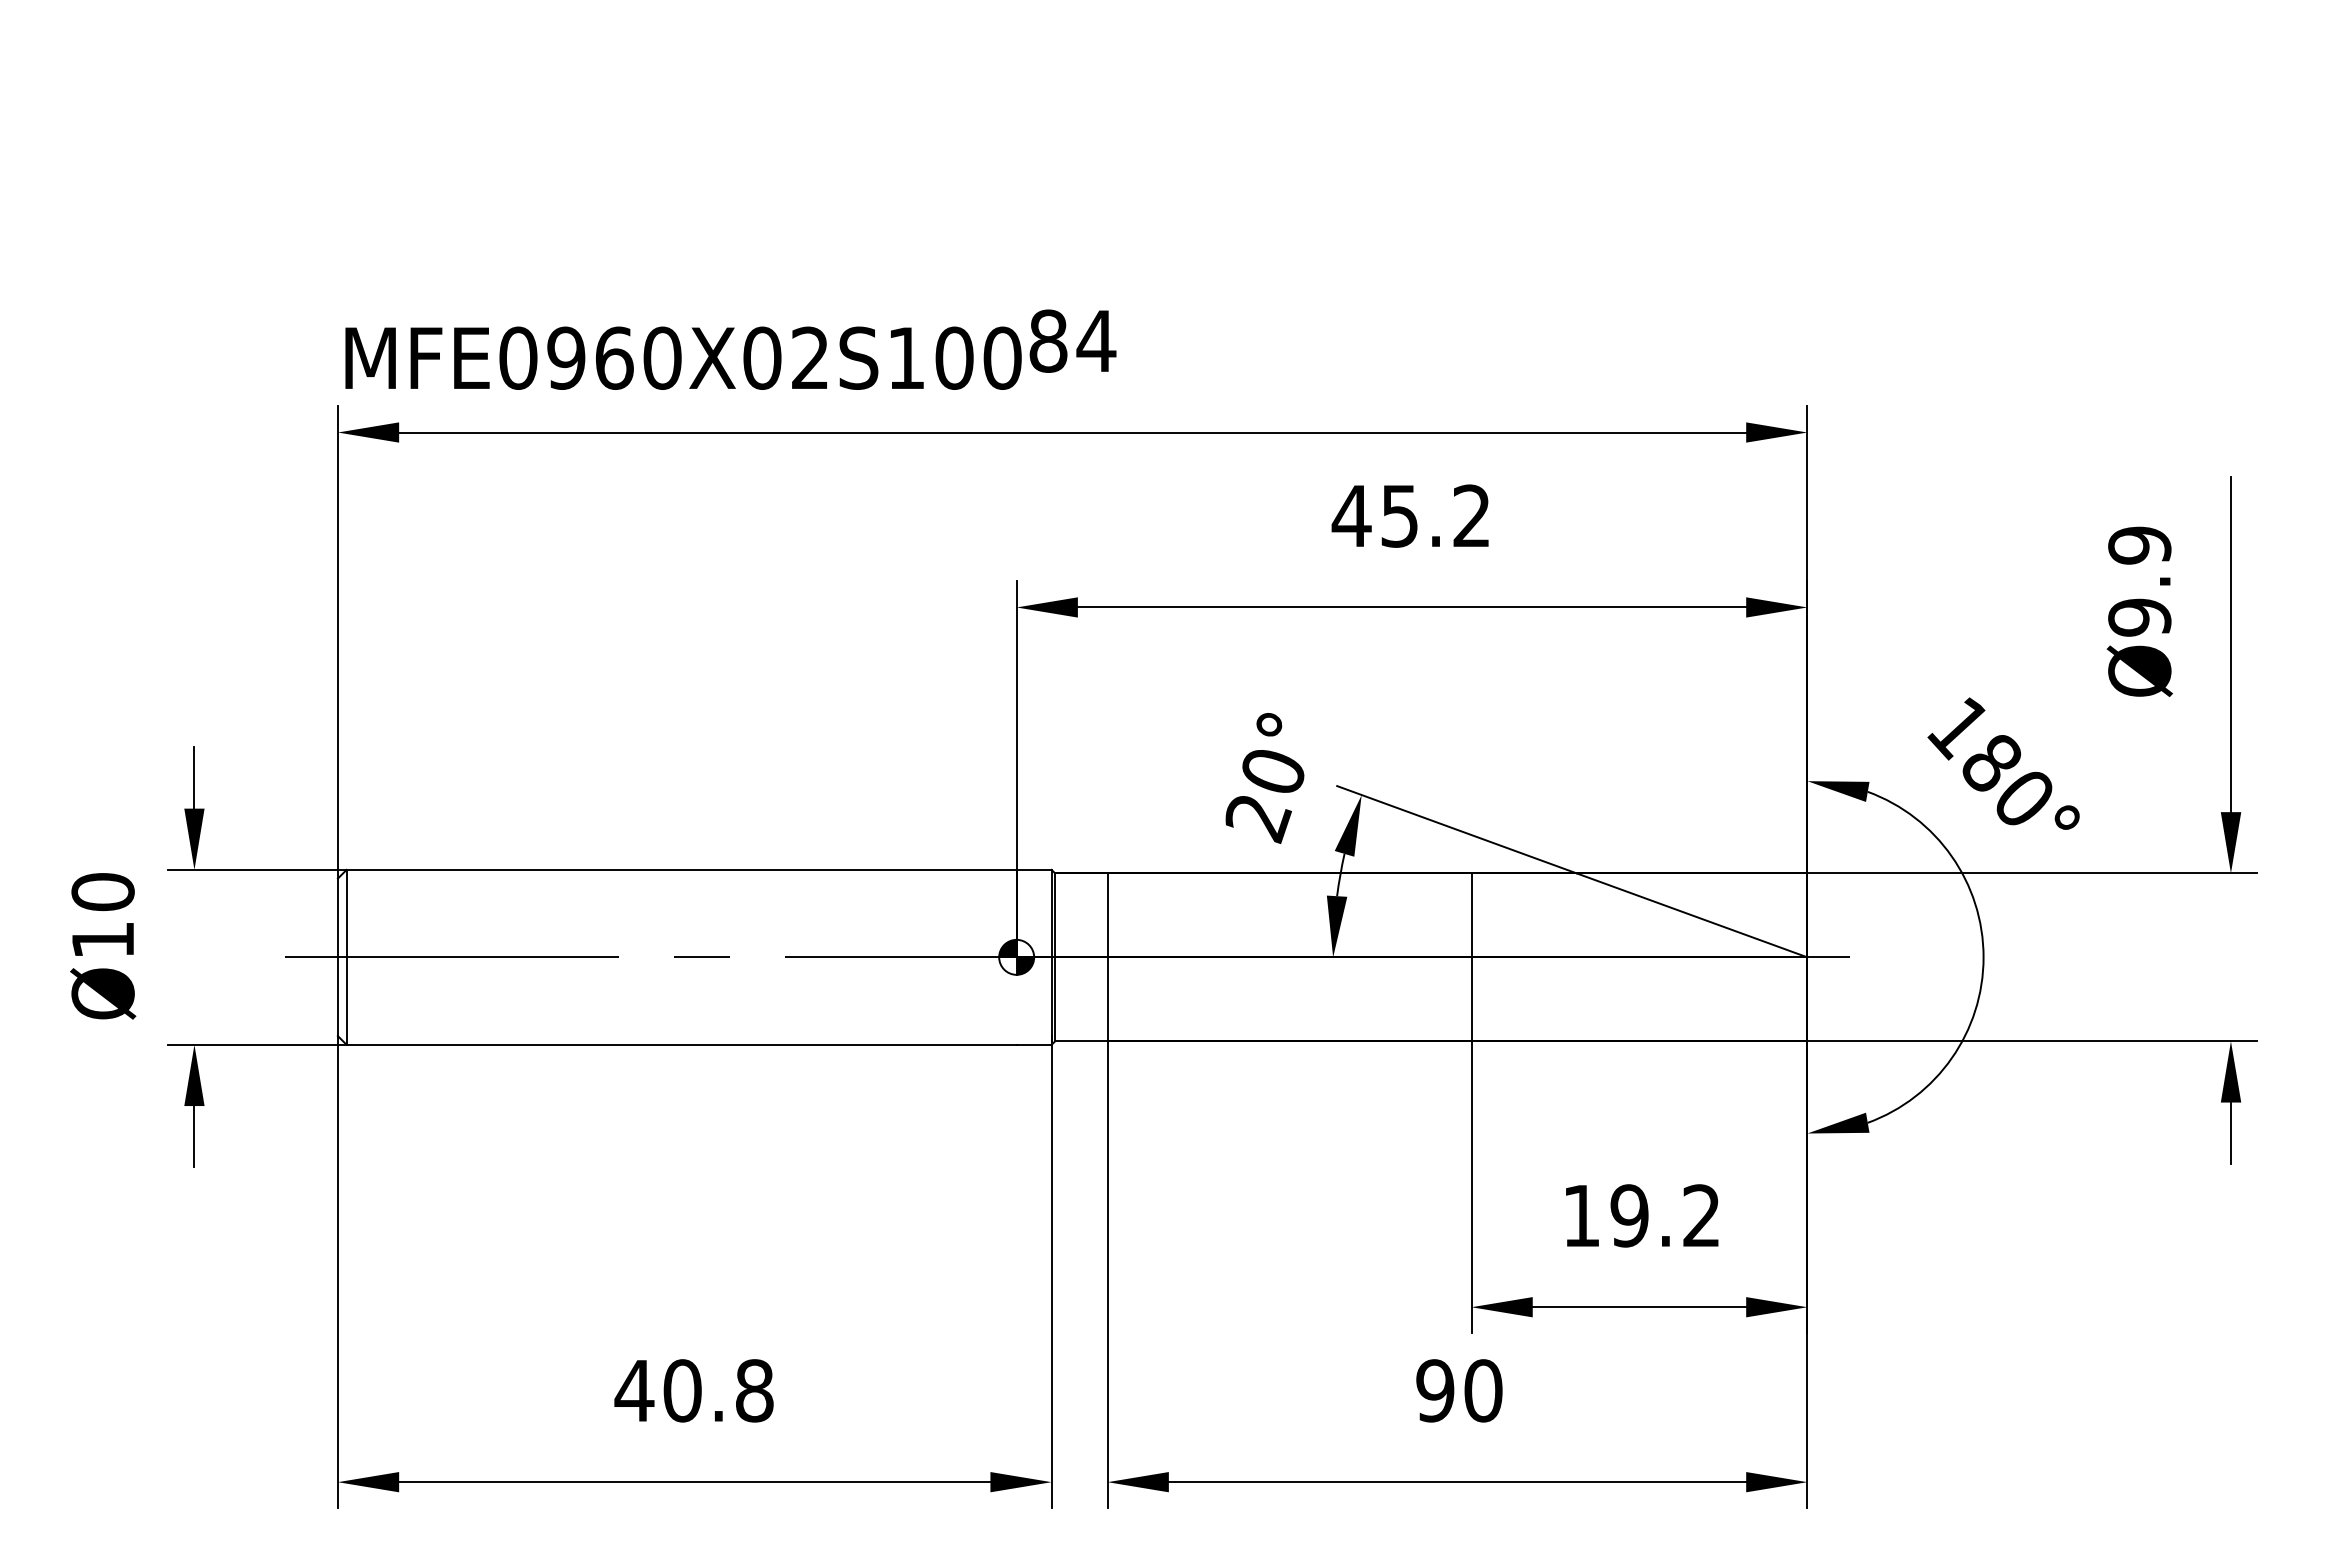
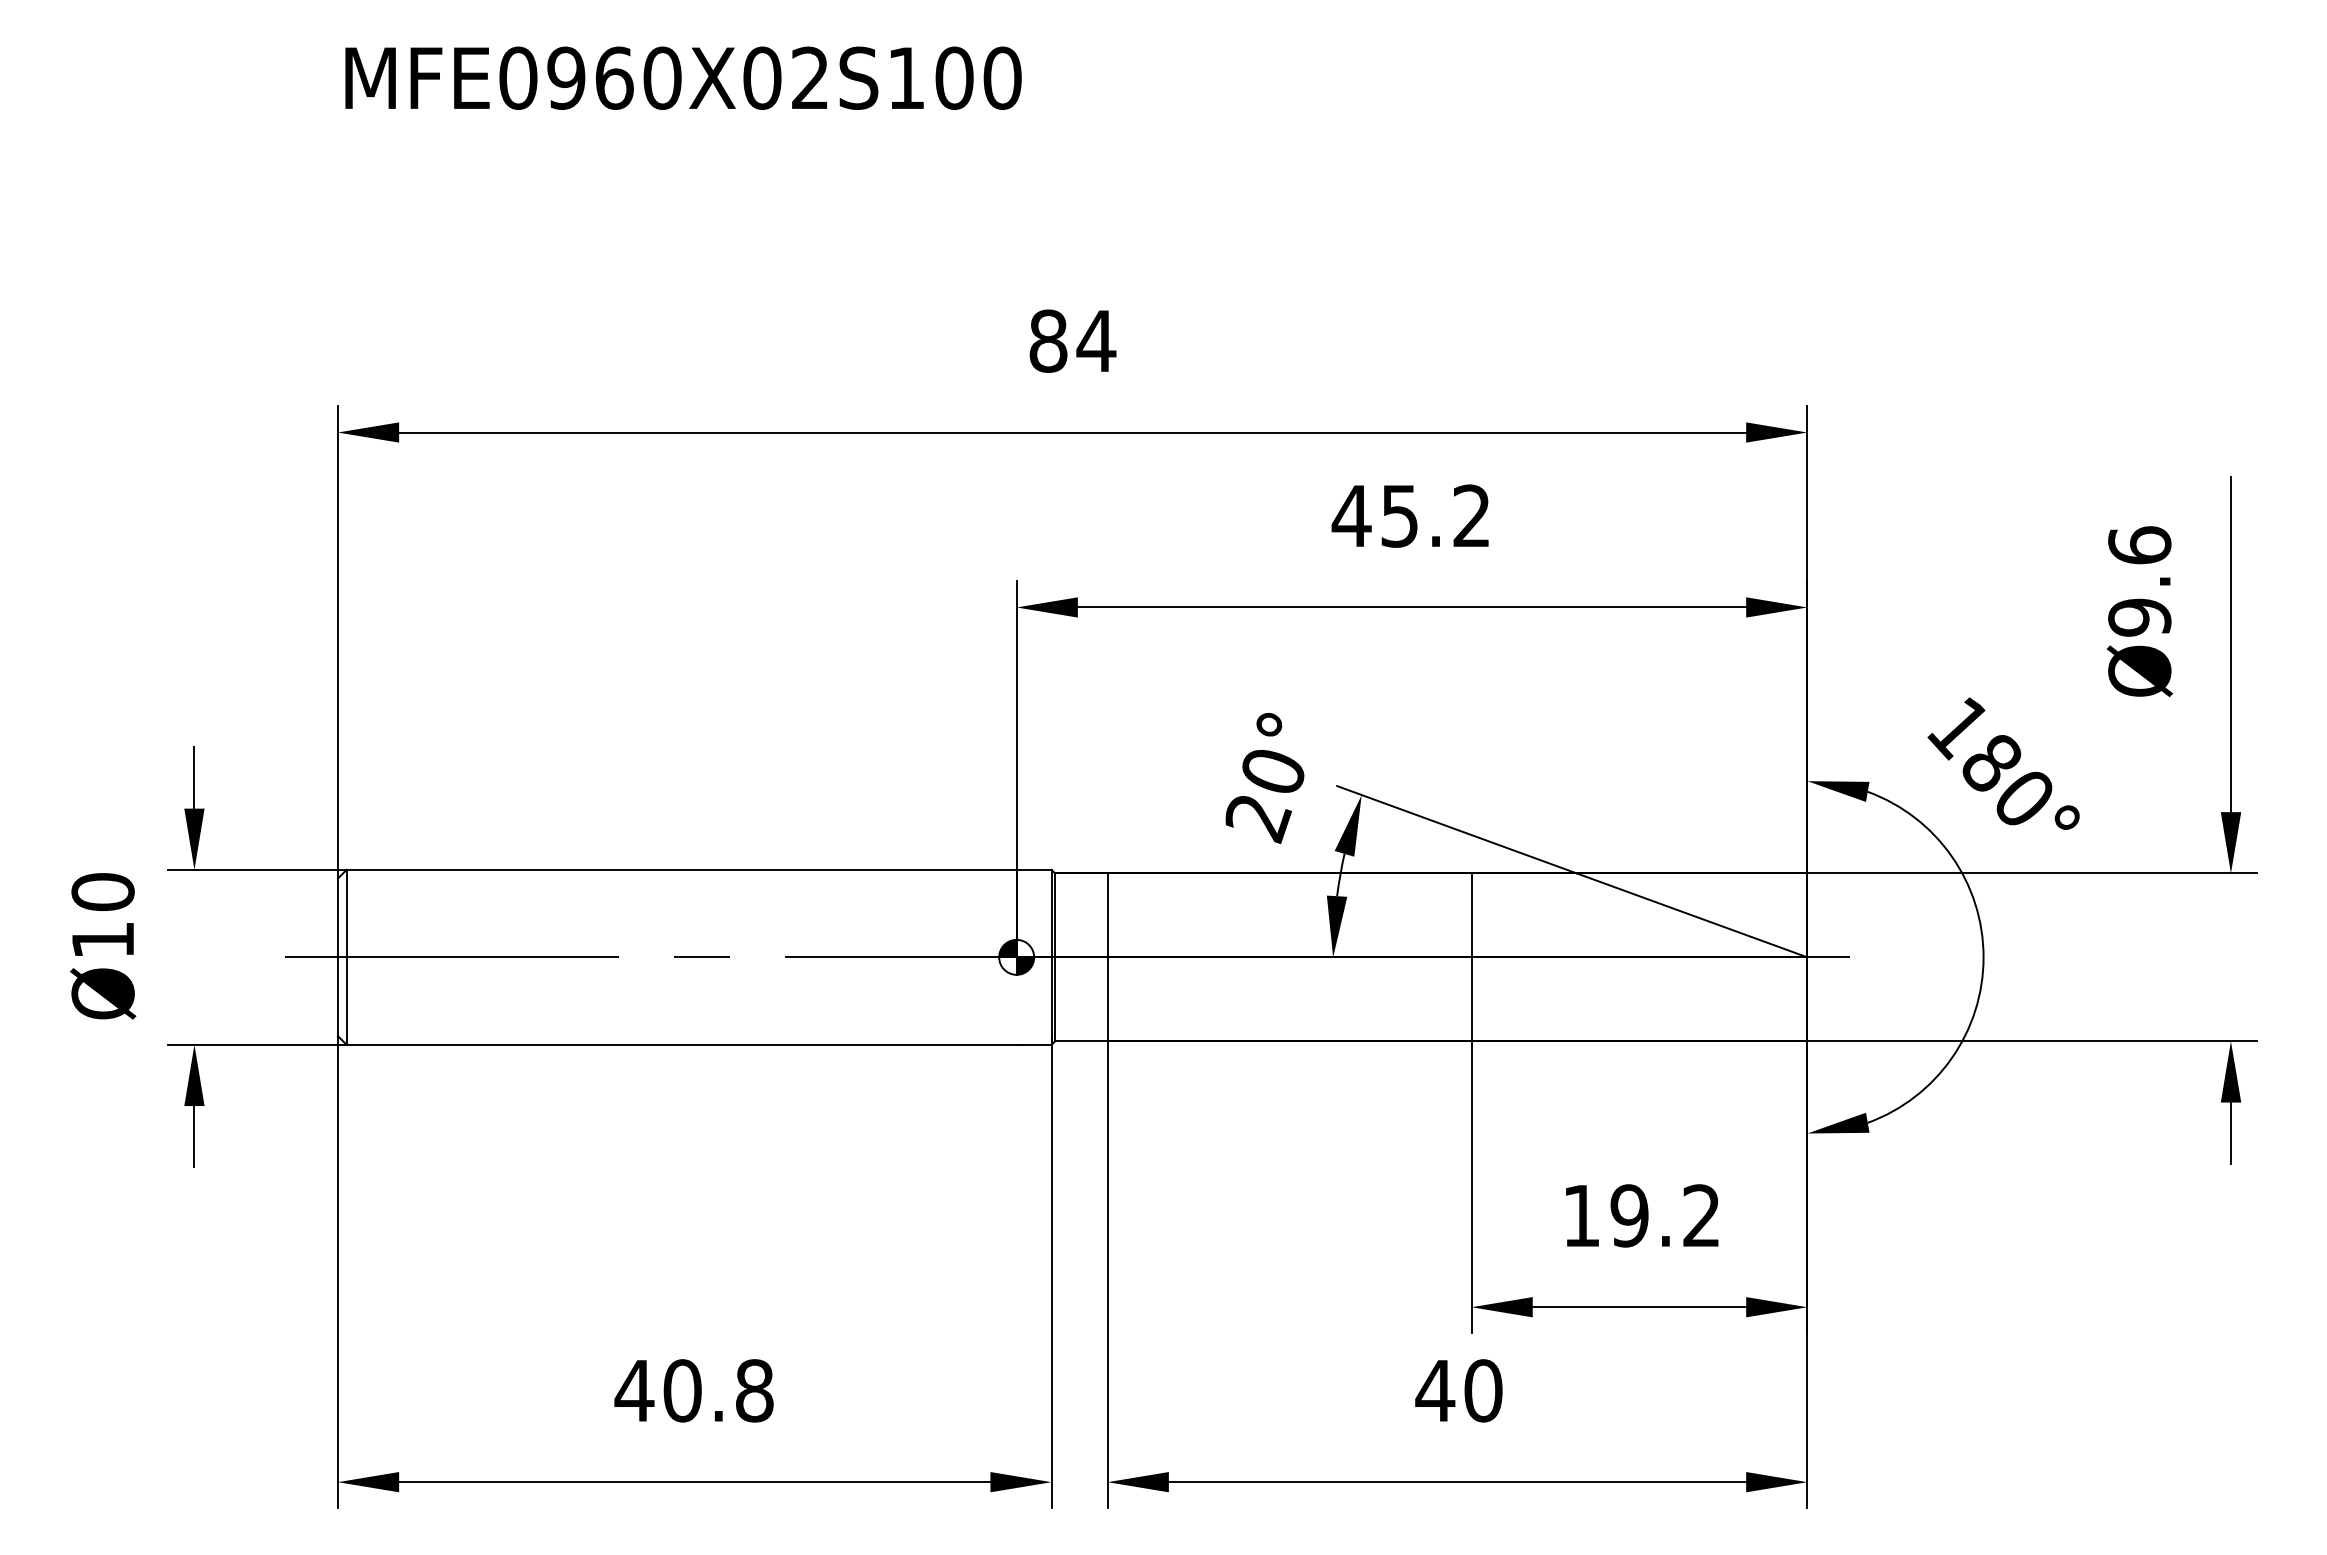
text at (683, 357) position: (683, 357) -> (683, 77)
text at (2139, 545): Ø9.9 -> Ø9.6
text at (1435, 1390): 90 -> 40
